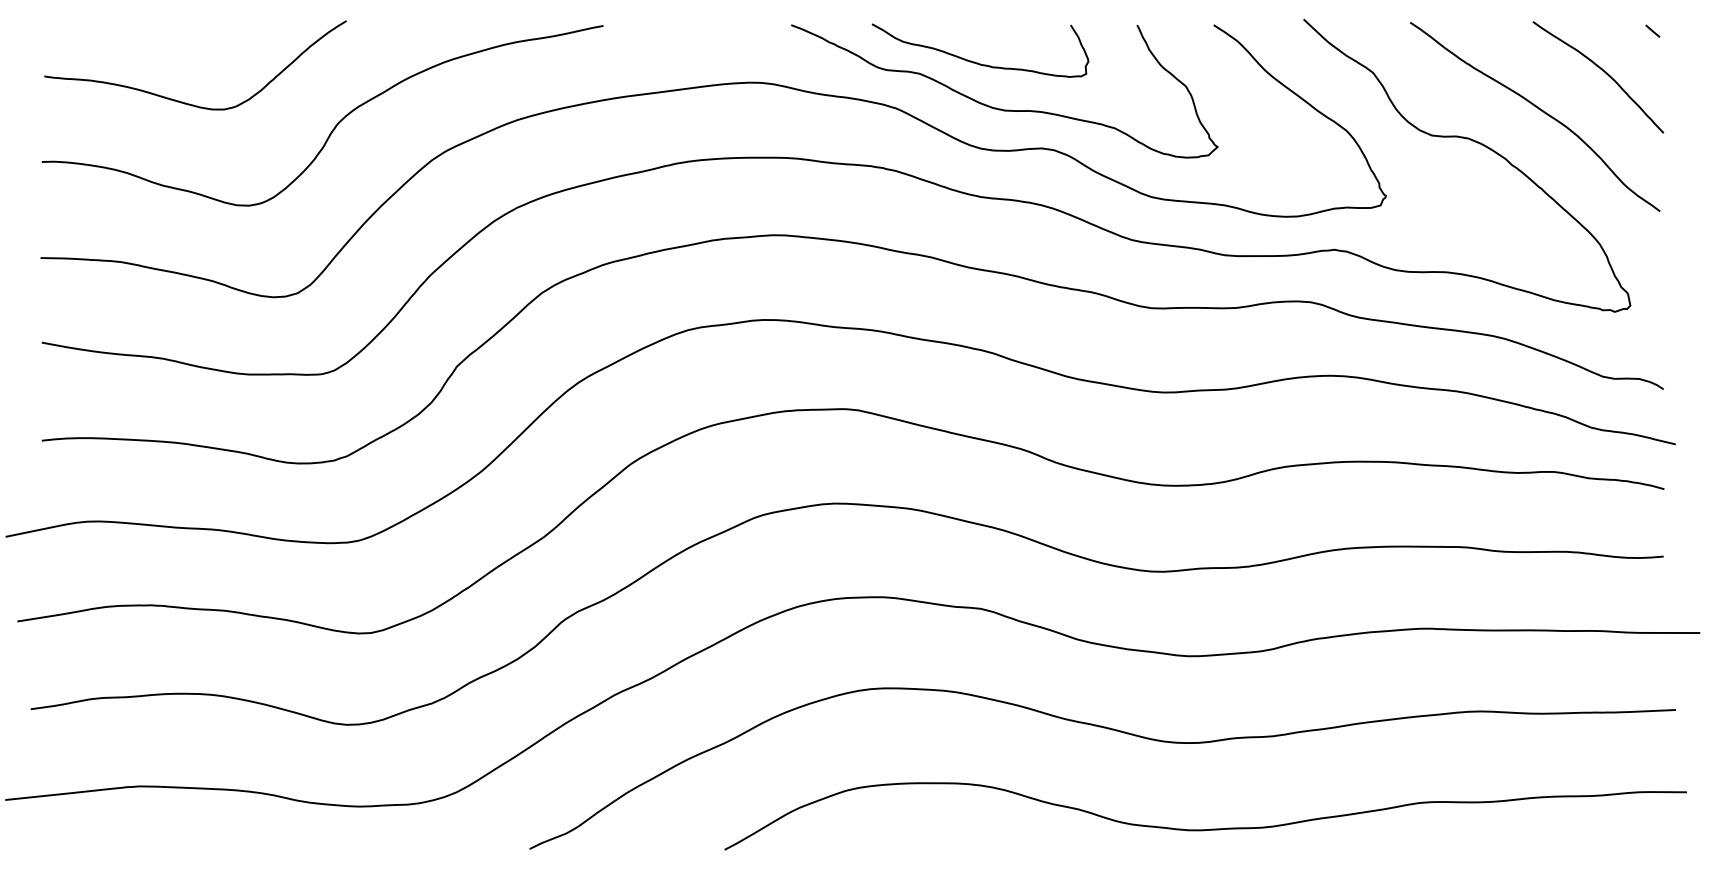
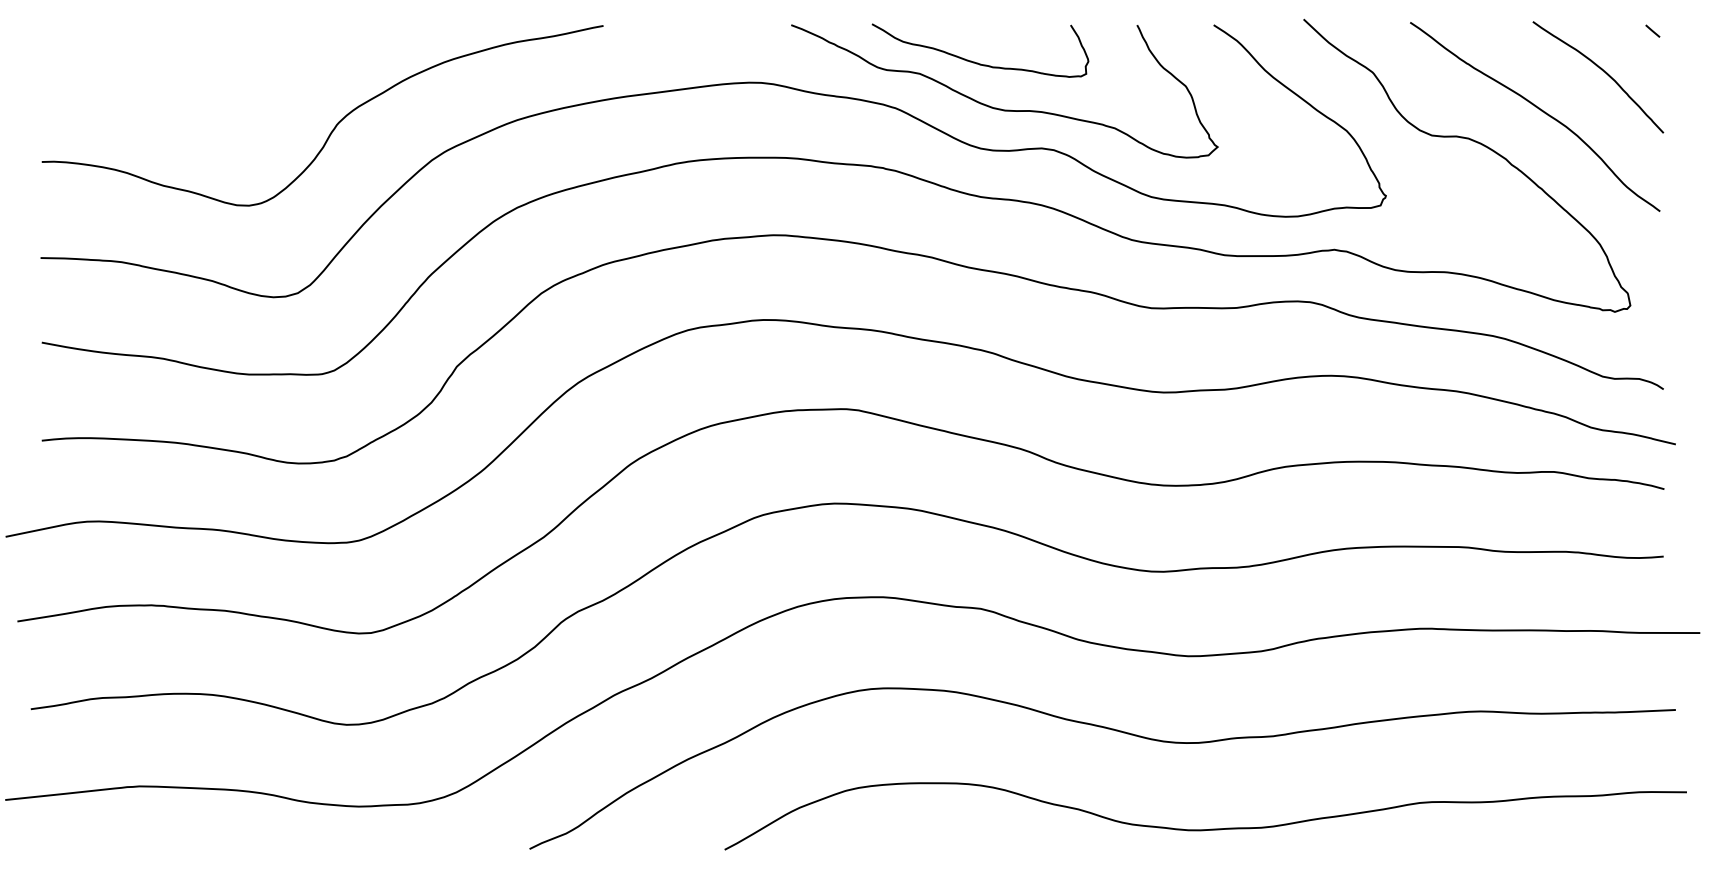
curve at (186, 102): present -> none
